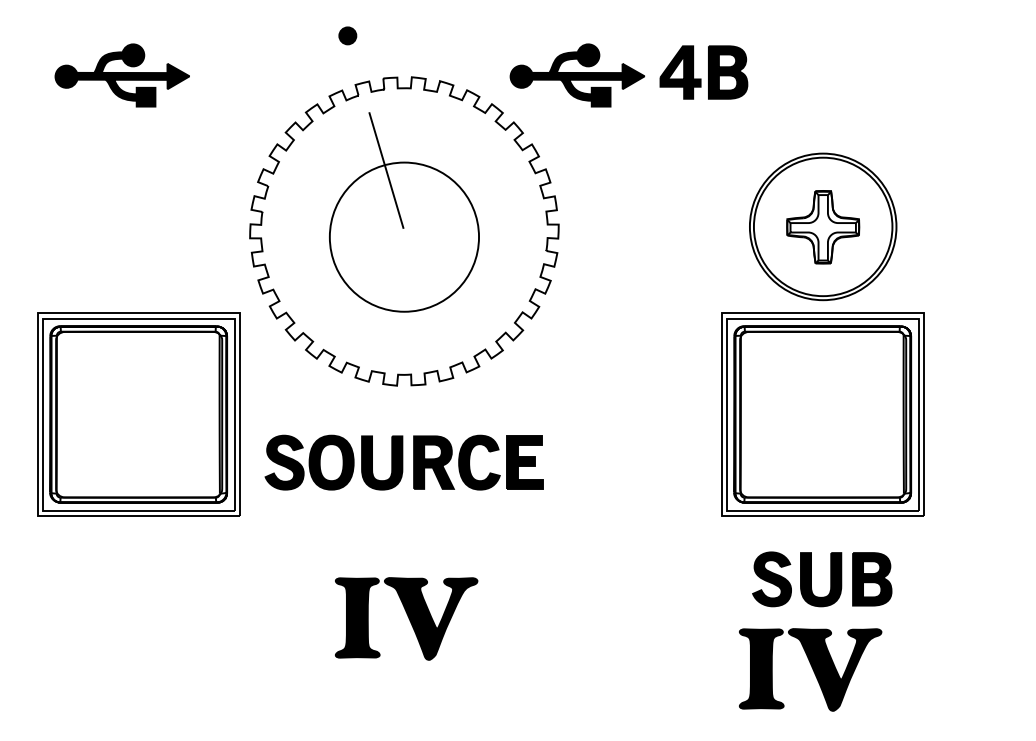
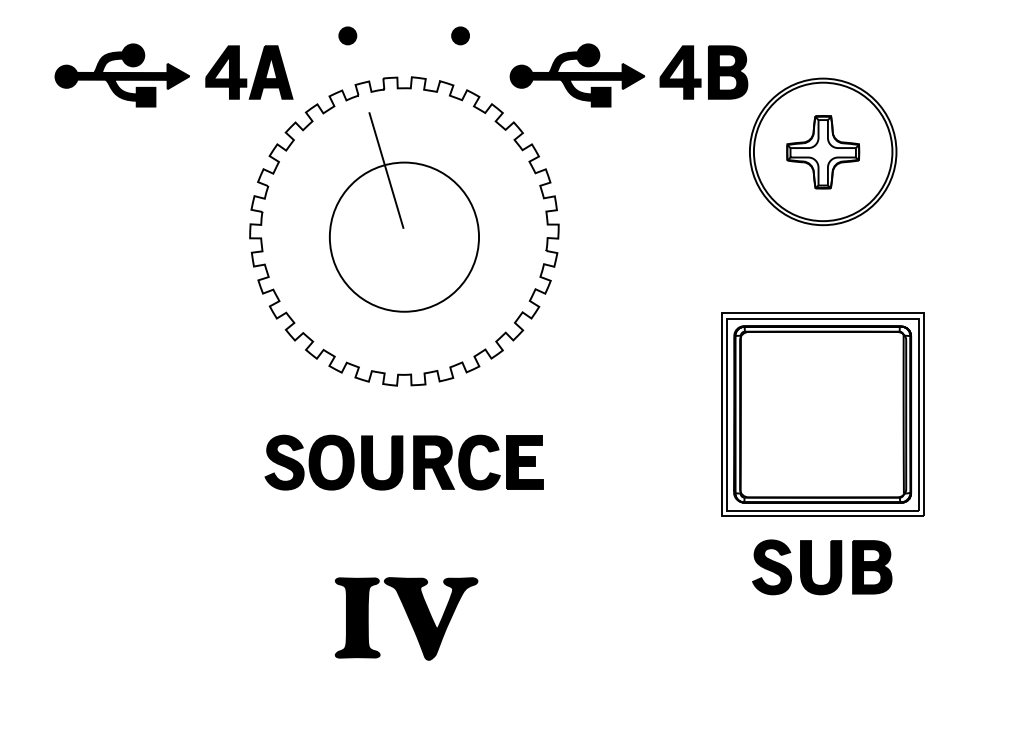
part at (460, 35): none -> present
part at (247, 78): none -> present
part at (823, 226) position: (823, 226) -> (823, 151)
part at (138, 414): present -> none
part at (830, 579) position: (830, 579) -> (830, 567)
part at (810, 669): present -> none
